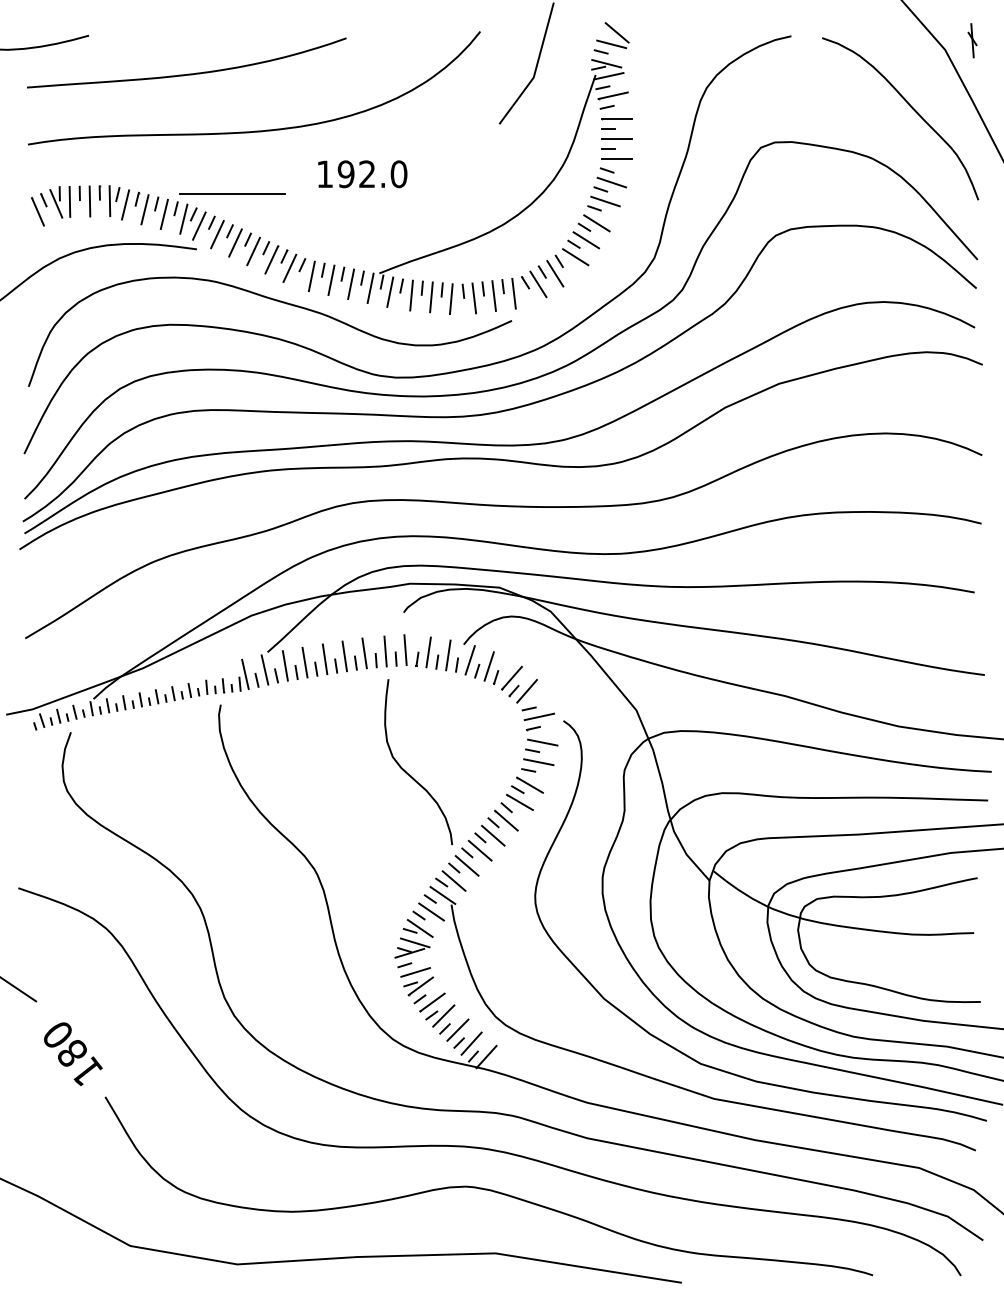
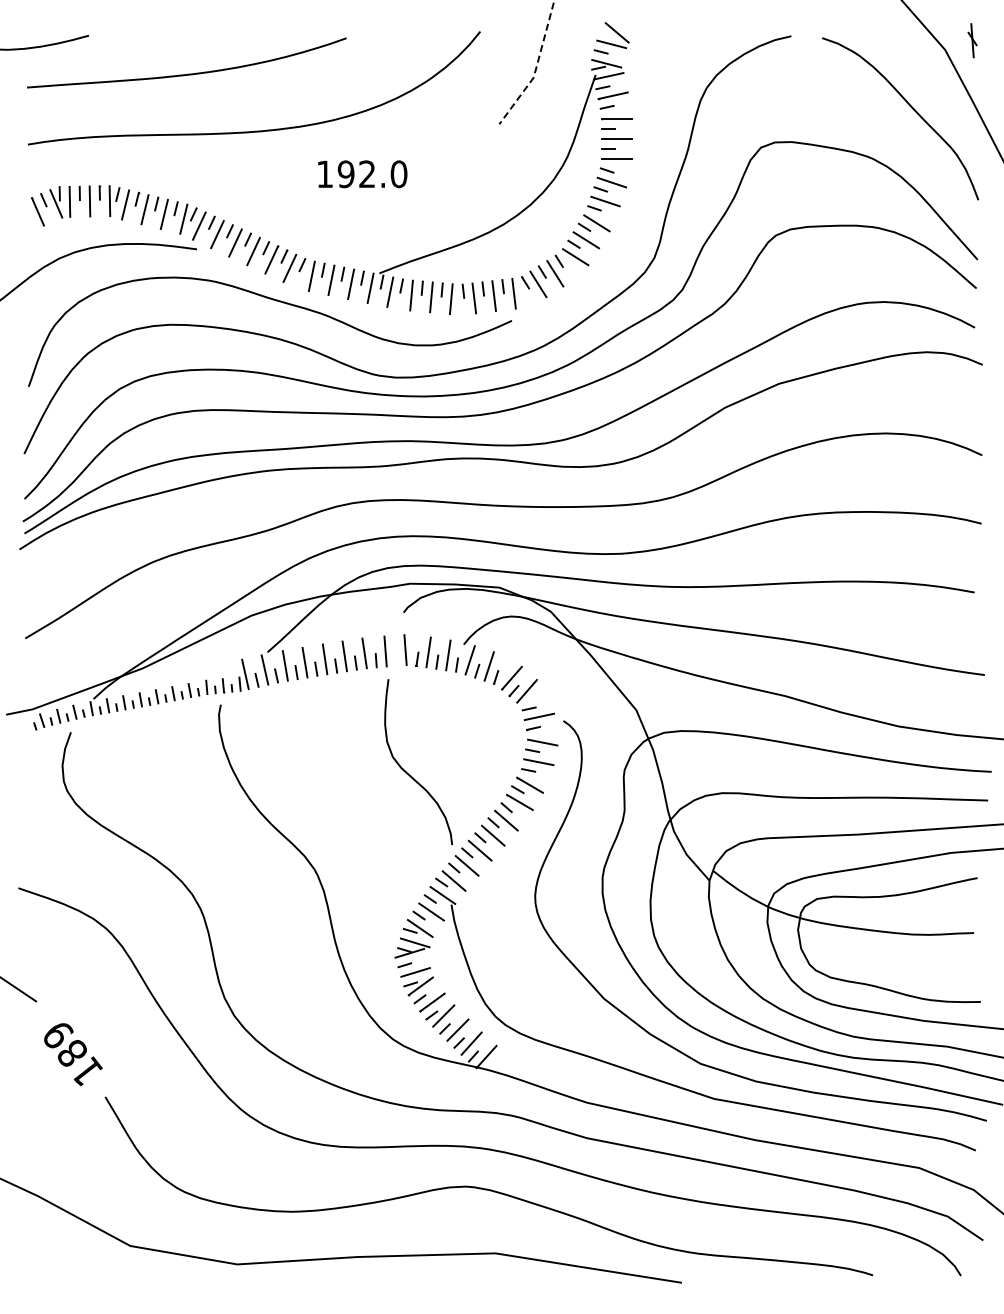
line at (536, 69): solid -> dashed
line at (232, 194): present -> none
line at (395, 658): present -> none
text at (58, 1035): 180 -> 189
